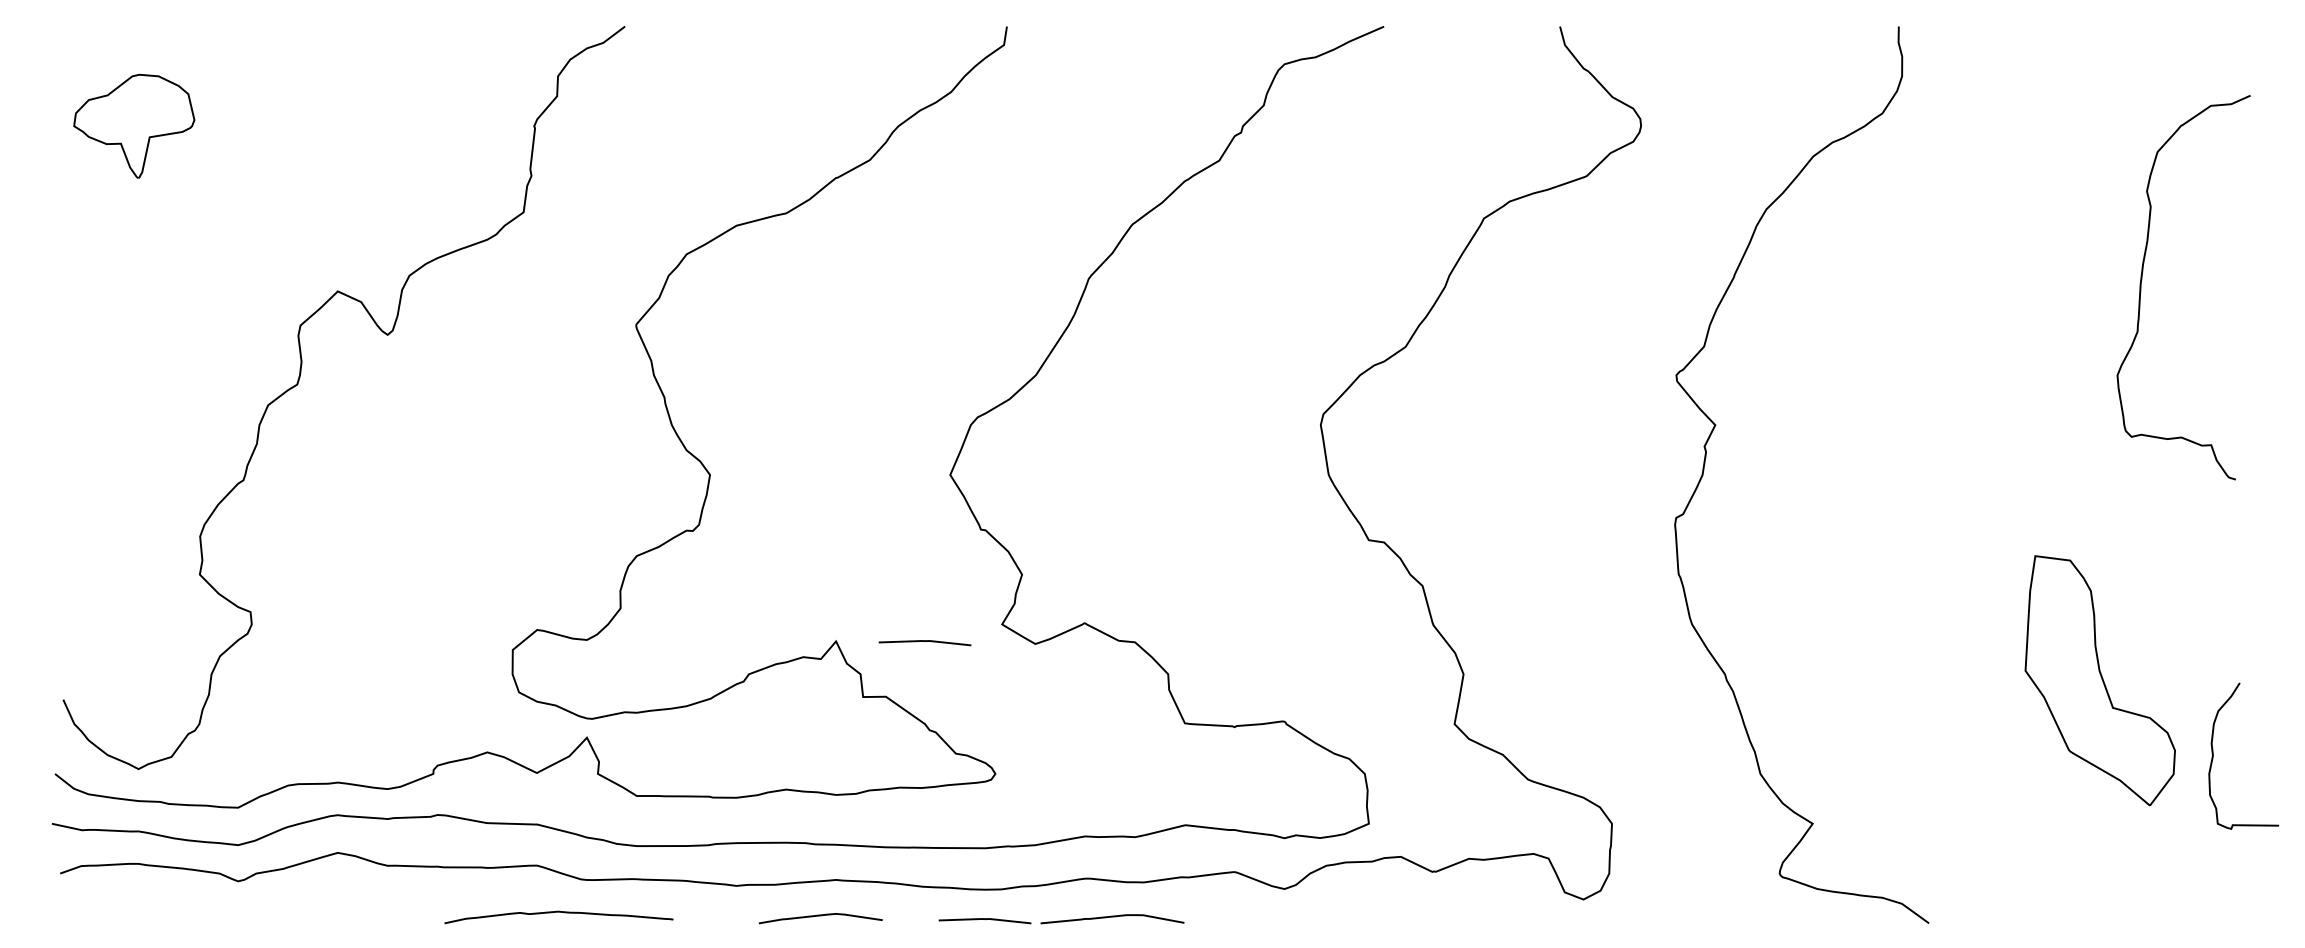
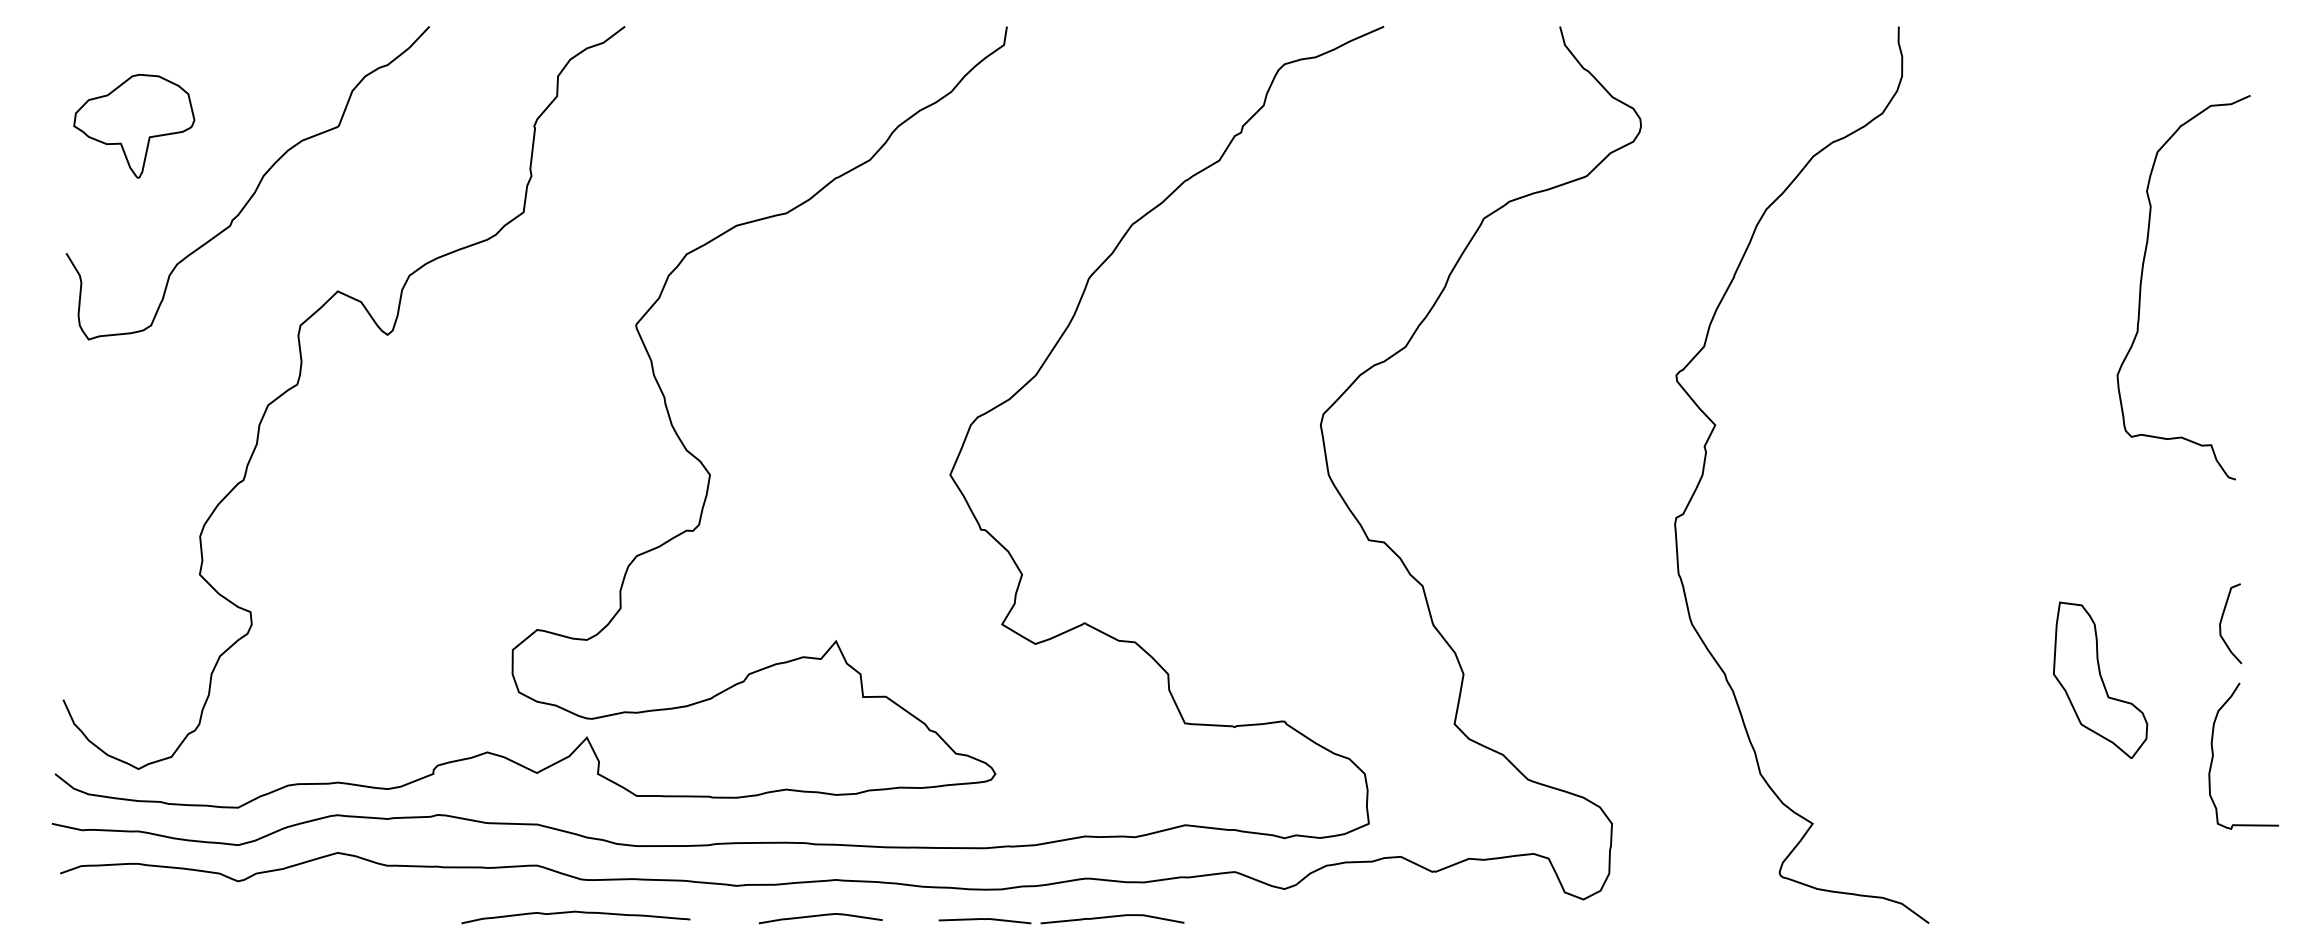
curve at (256, 187): none -> present
curve at (2222, 620): none -> present
line at (924, 641): present -> none
part at (2099, 680) size: 152x252 px -> 96x158 px
curve at (558, 912) position: (558, 912) -> (575, 912)
